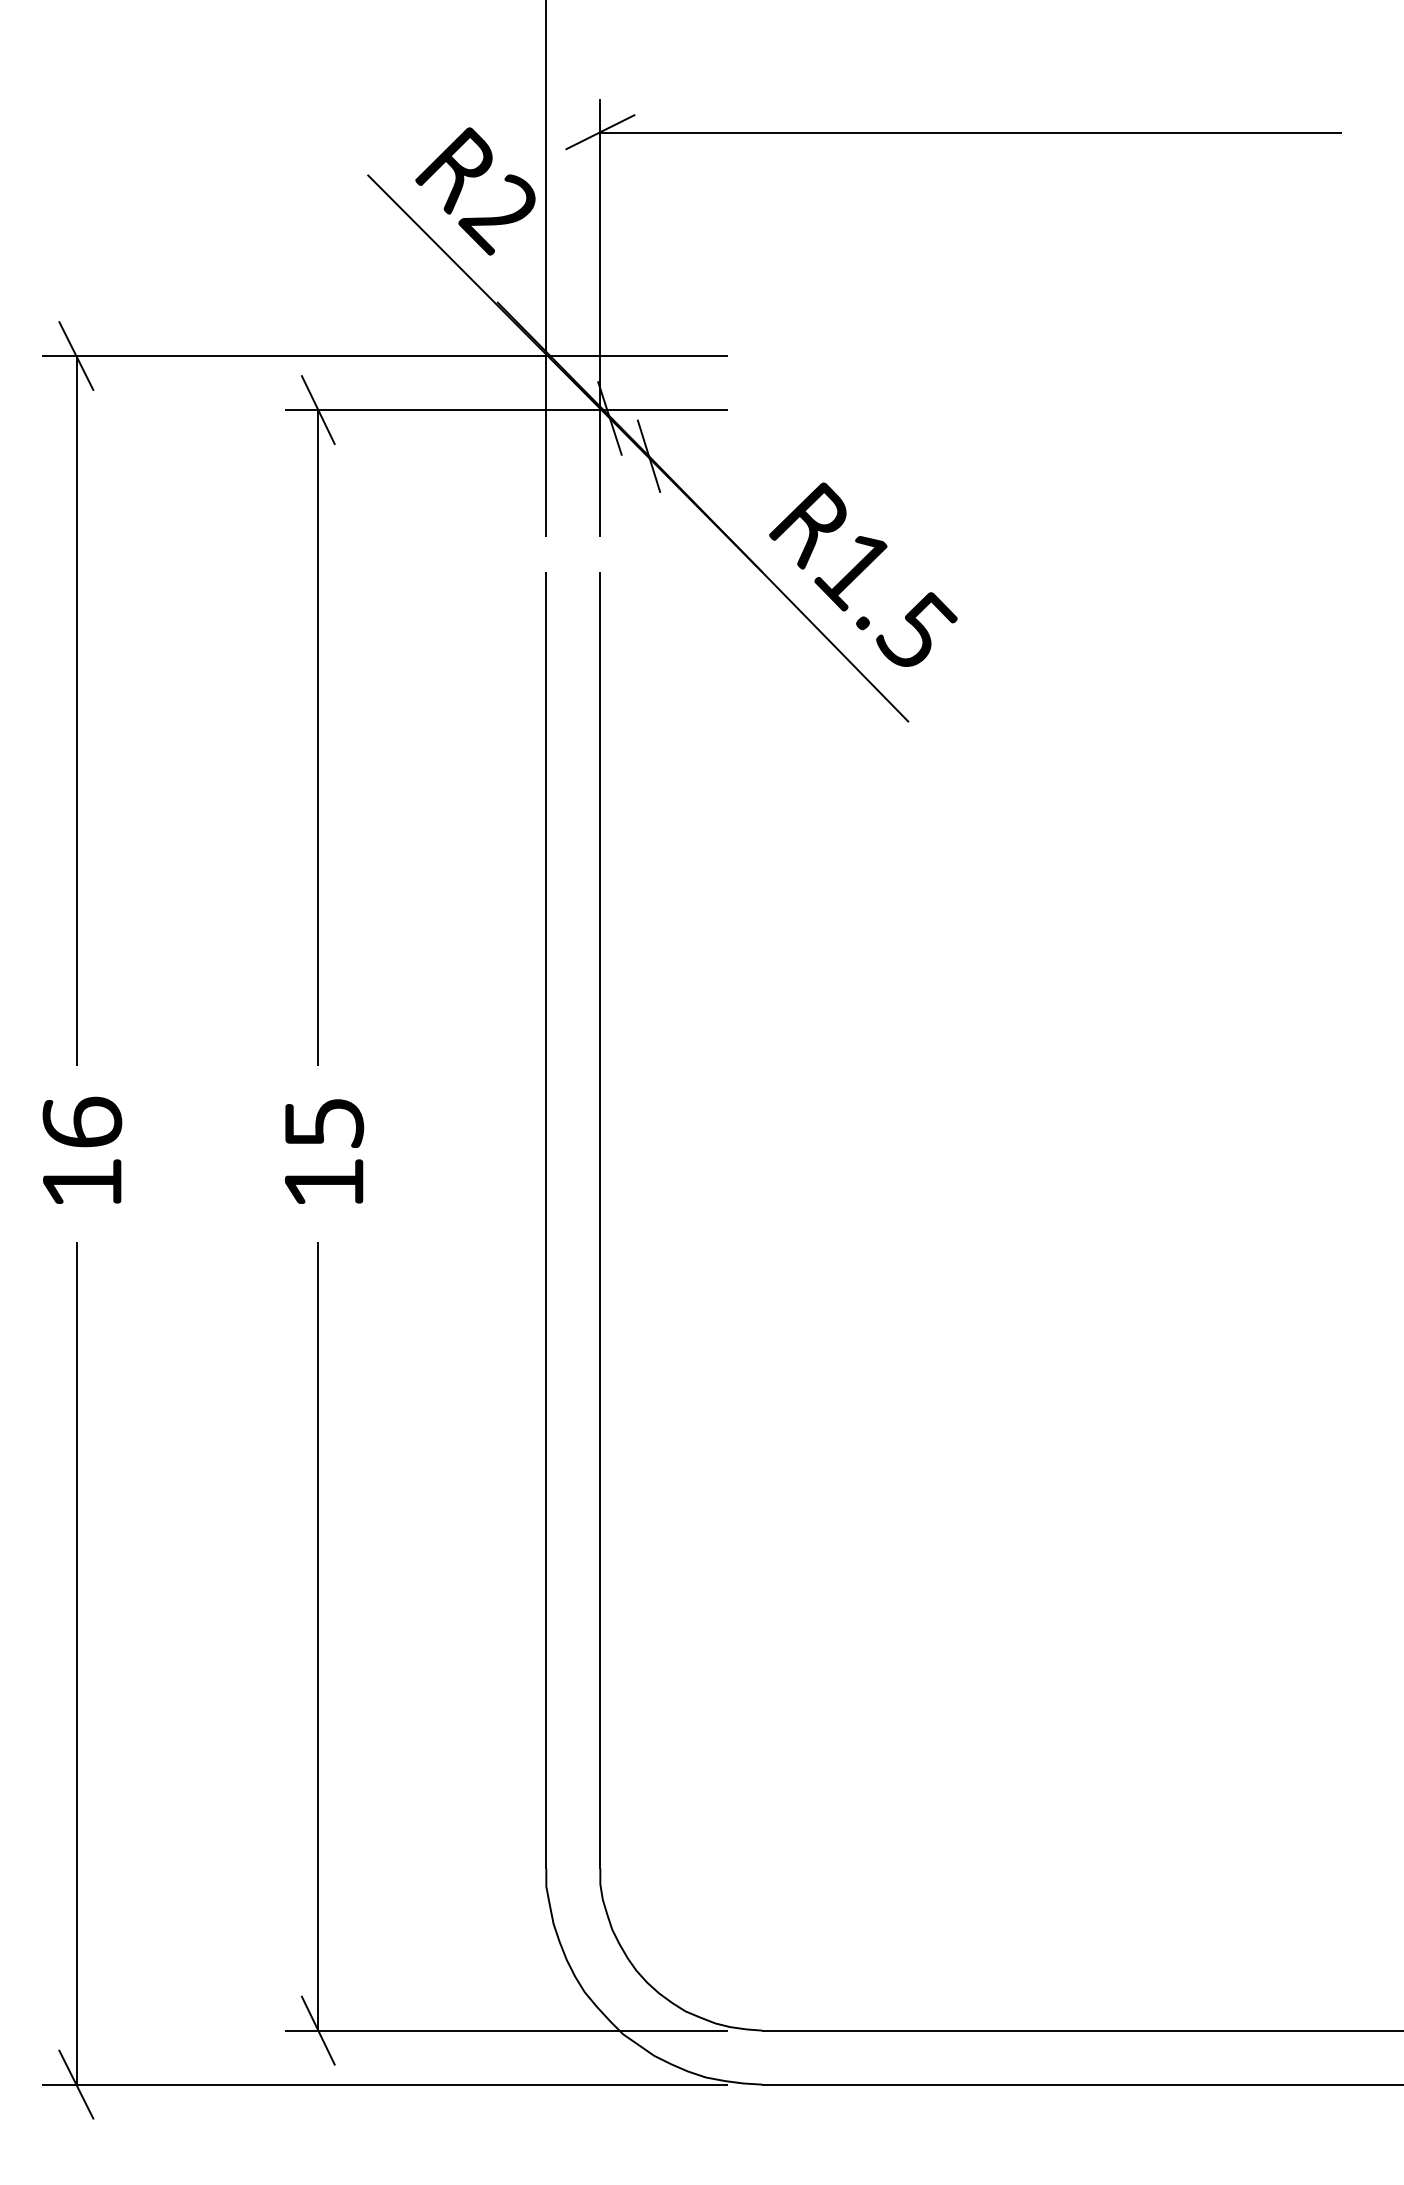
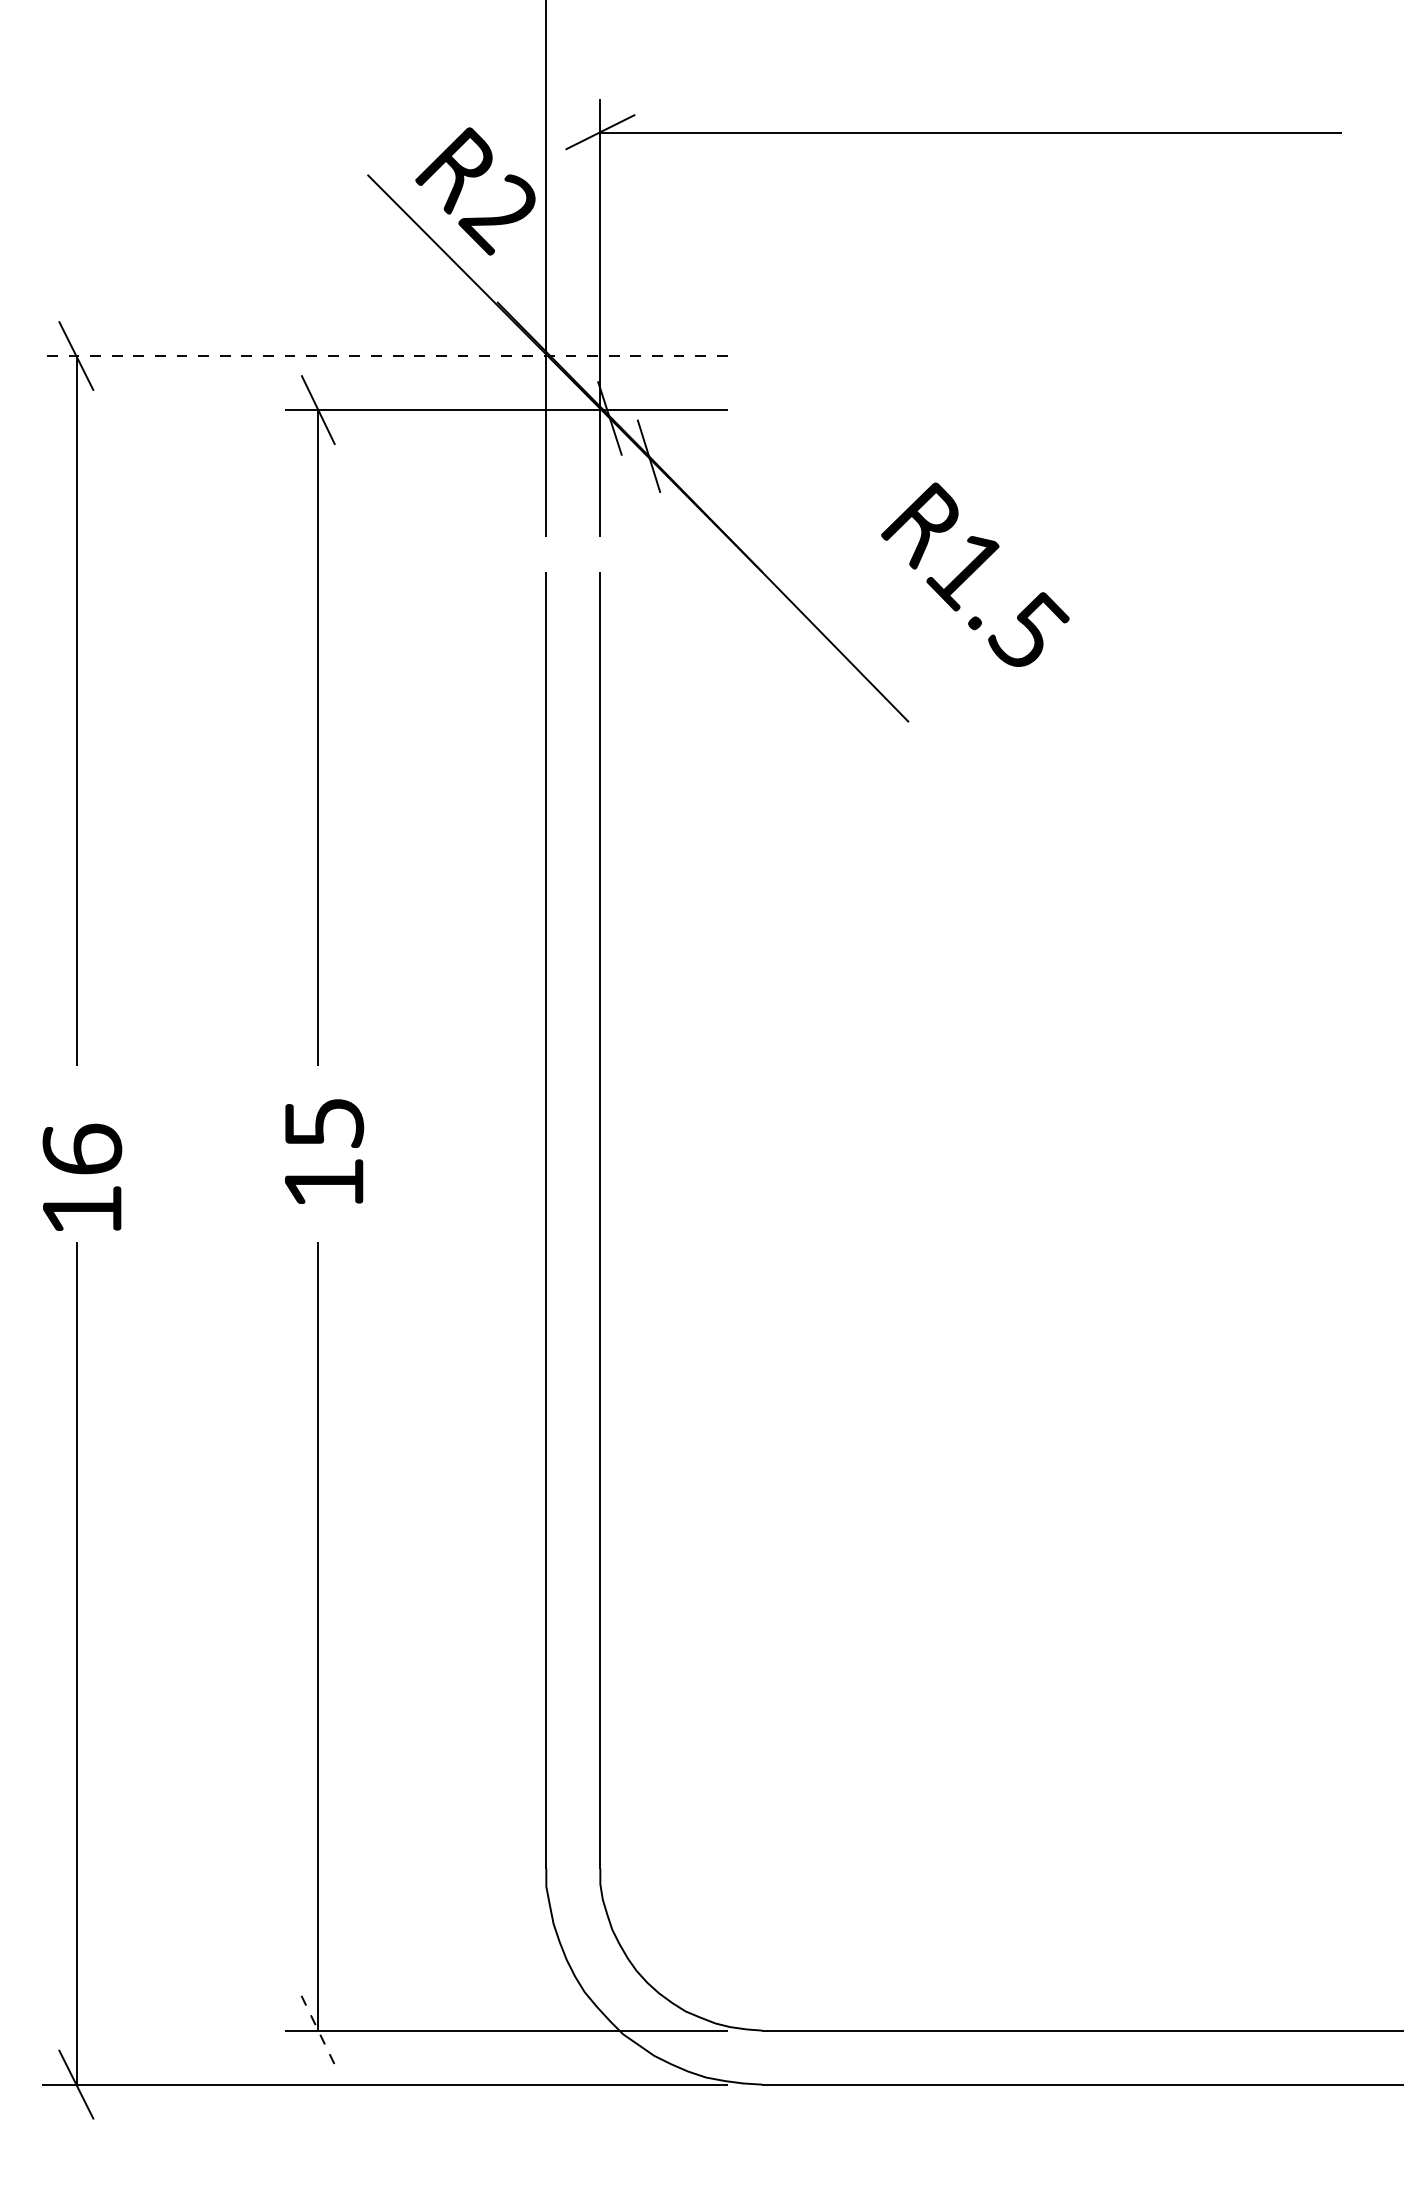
line at (384, 356): solid -> dashed
part at (863, 574) position: (863, 574) -> (975, 574)
part at (82, 1149) position: (82, 1149) -> (82, 1176)
line at (318, 2030): solid -> dashed
